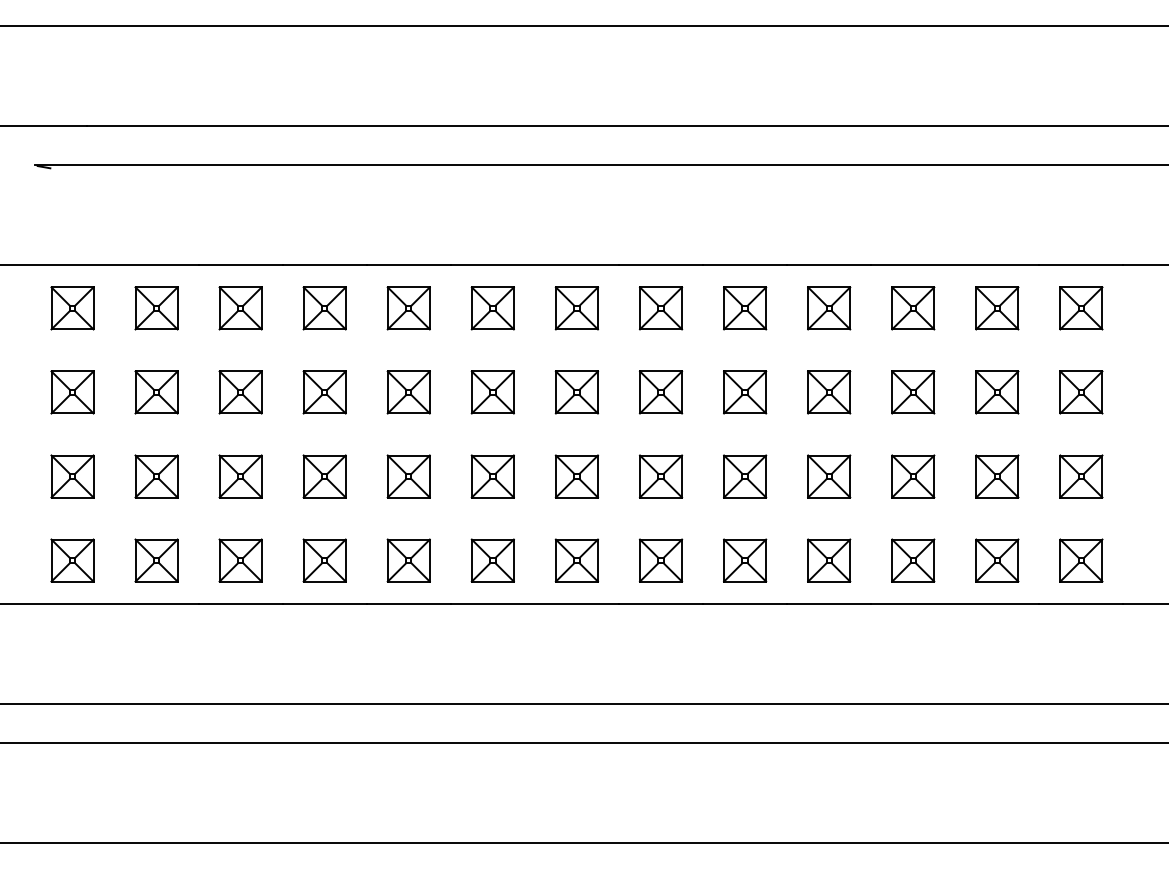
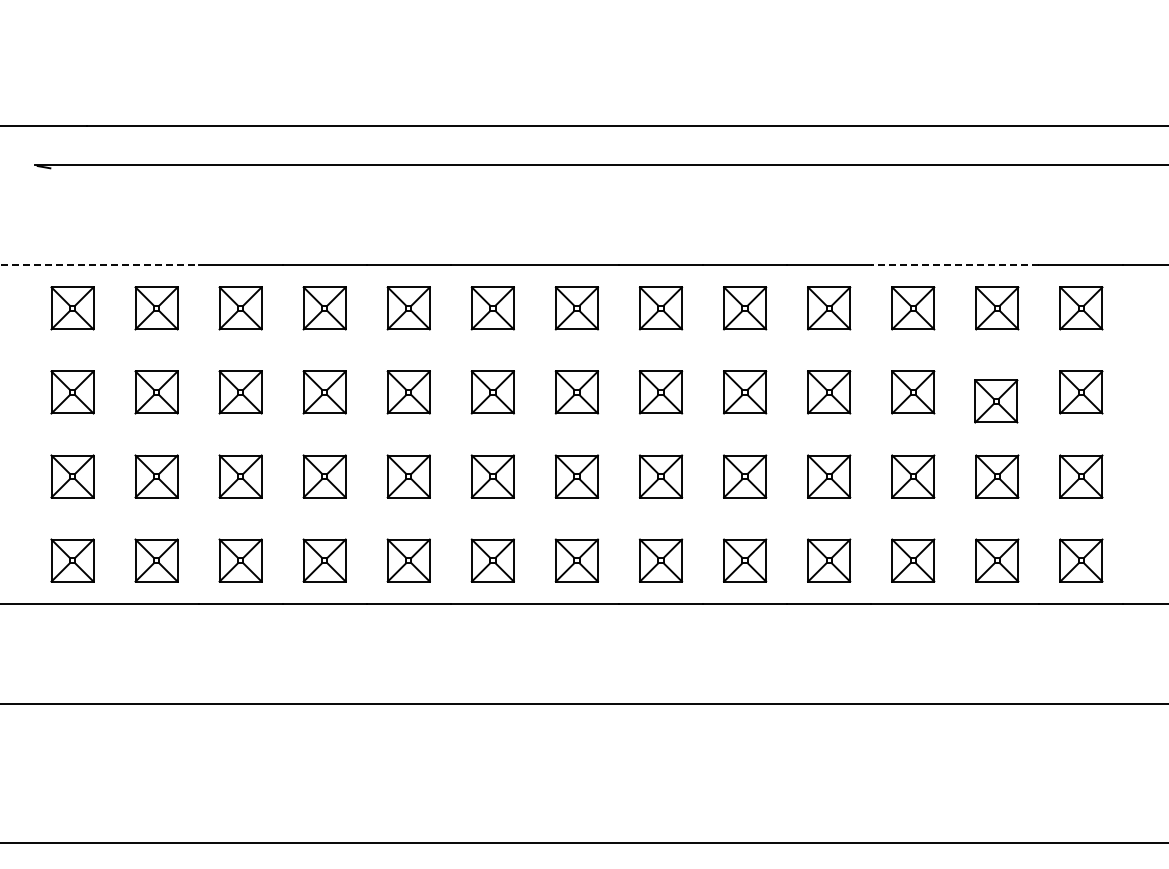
line at (583, 25): present -> none
line at (99, 265): solid -> dashed
line at (954, 265): solid -> dashed
part at (997, 392) position: (997, 392) -> (996, 401)
line at (583, 742): present -> none
